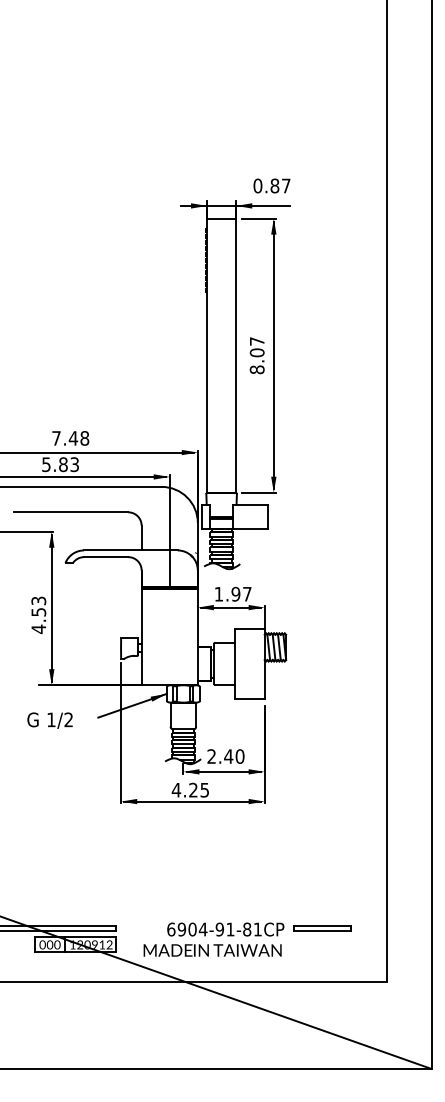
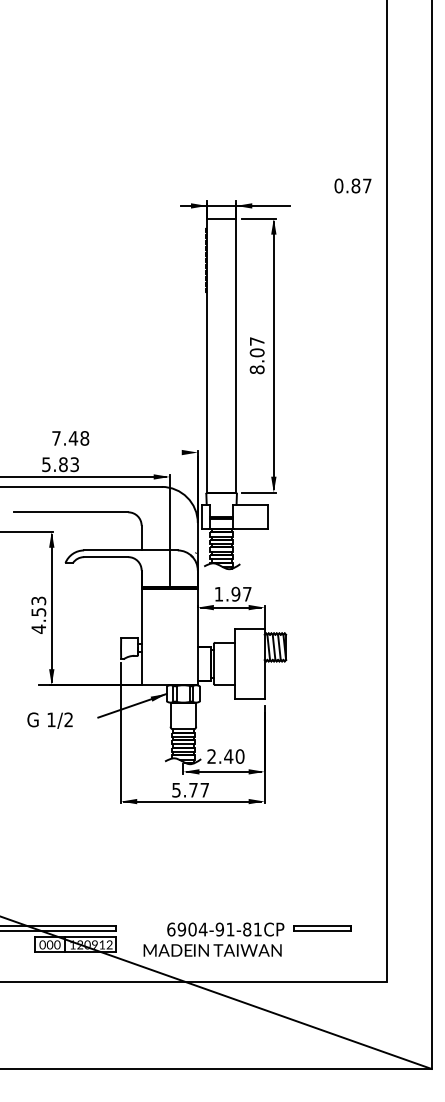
text at (271, 185) position: (271, 185) -> (352, 185)
line at (98, 452): present -> none
text at (189, 789): 4.25 -> 5.77
